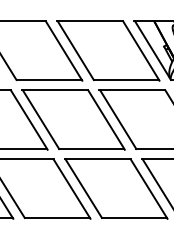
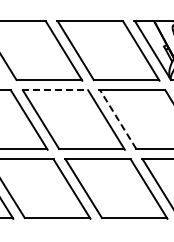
line at (55, 90): solid -> dashed
line at (118, 119): solid -> dashed
